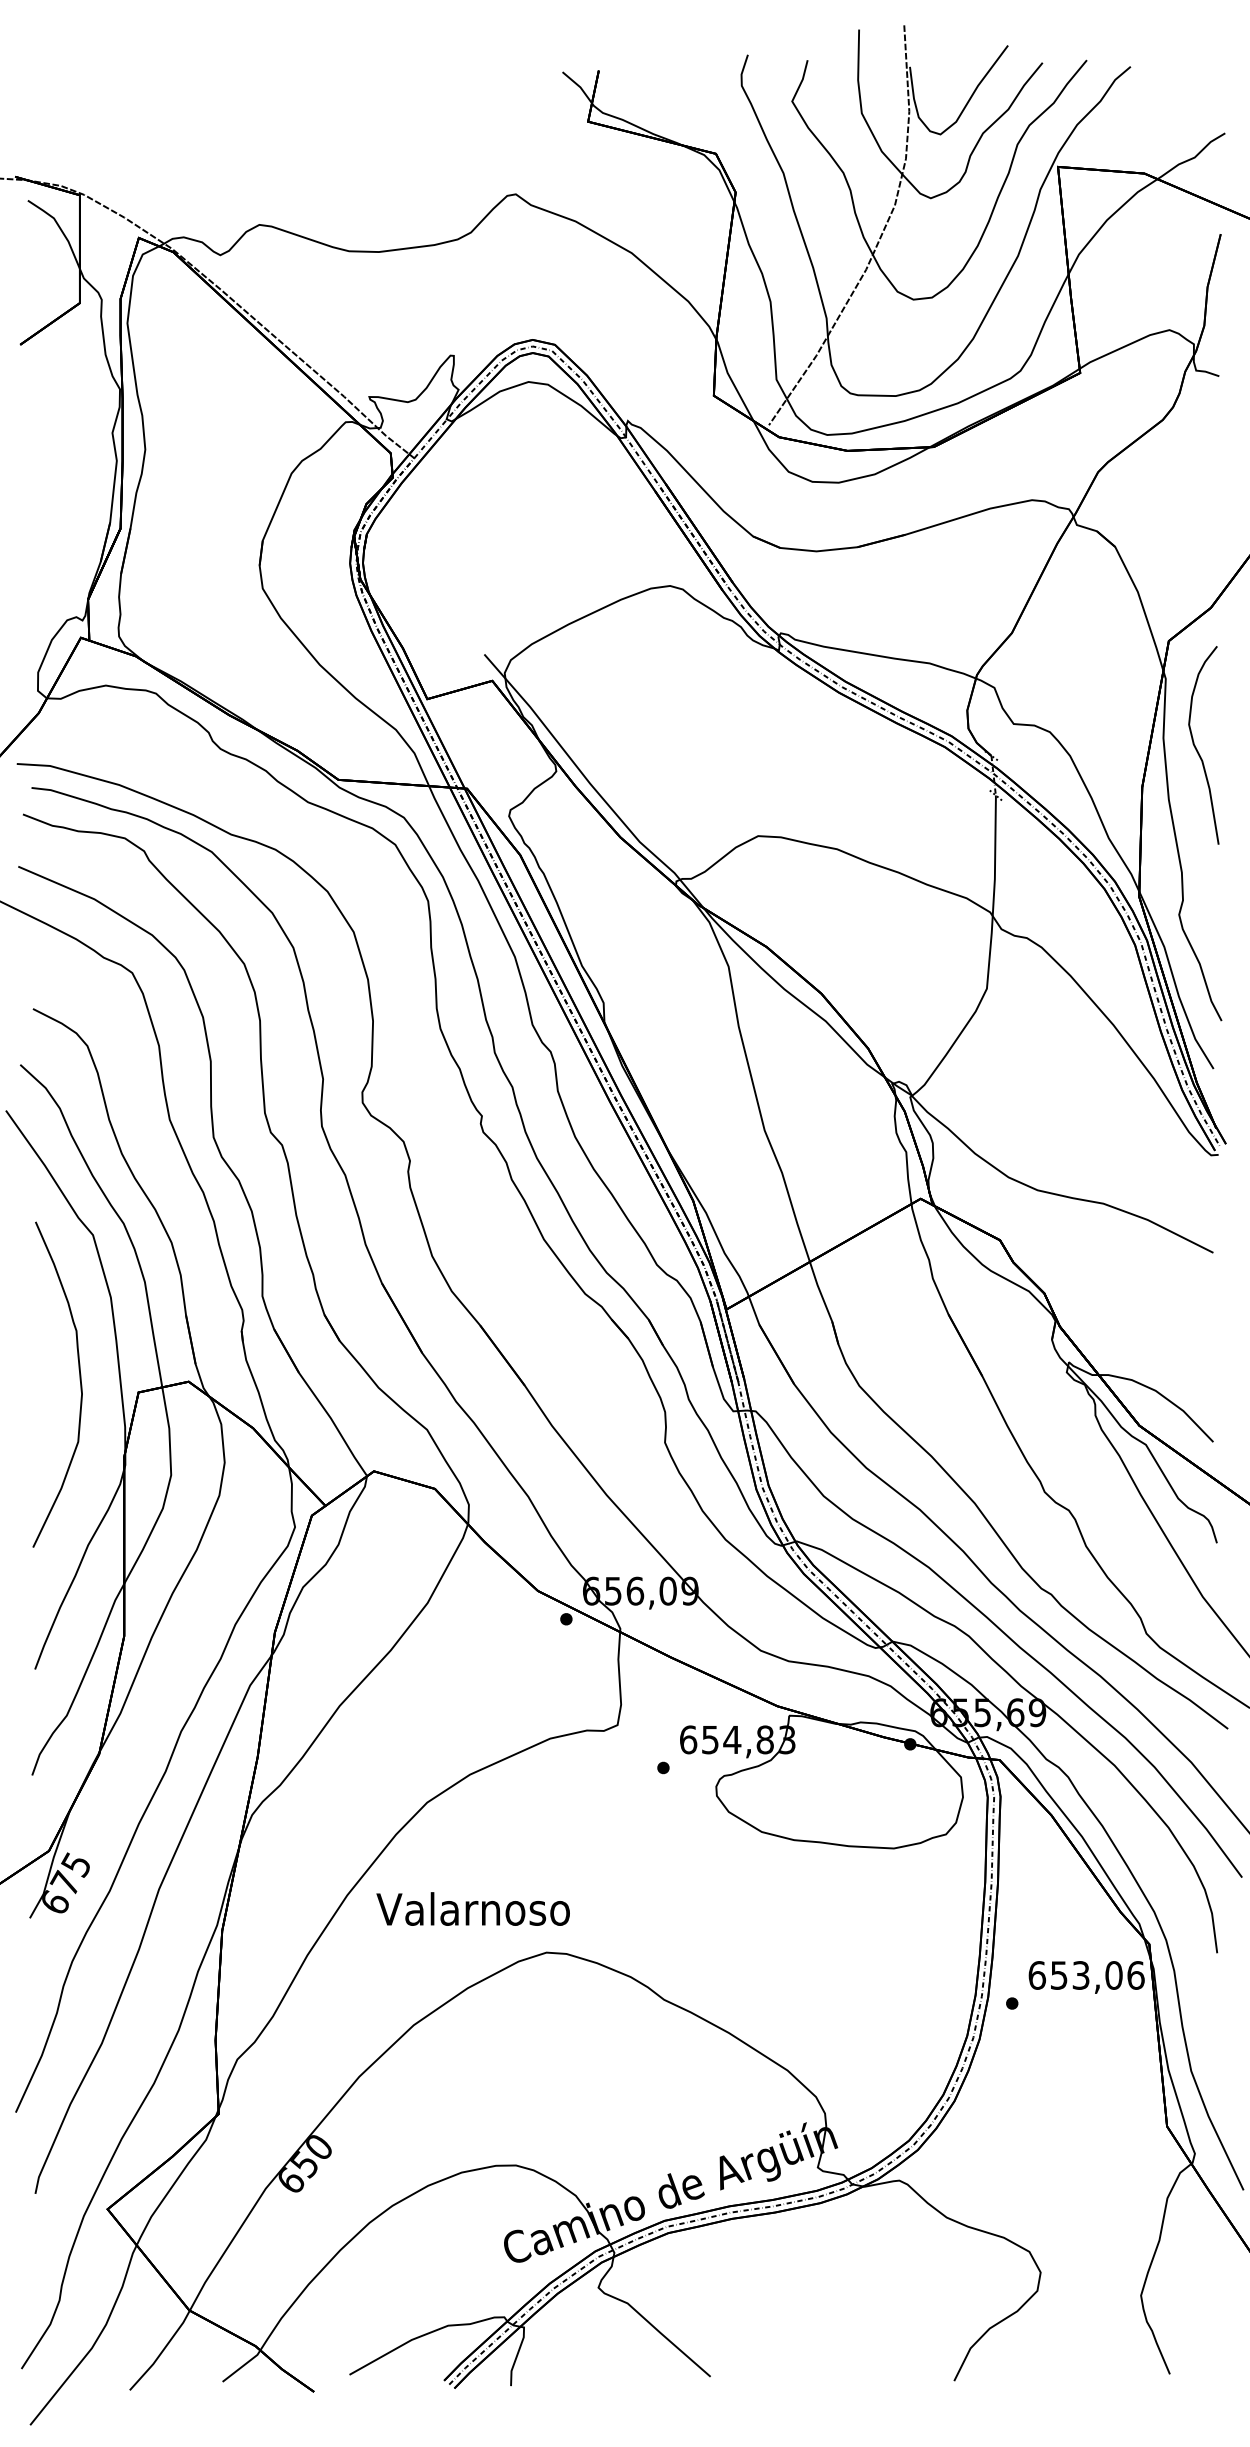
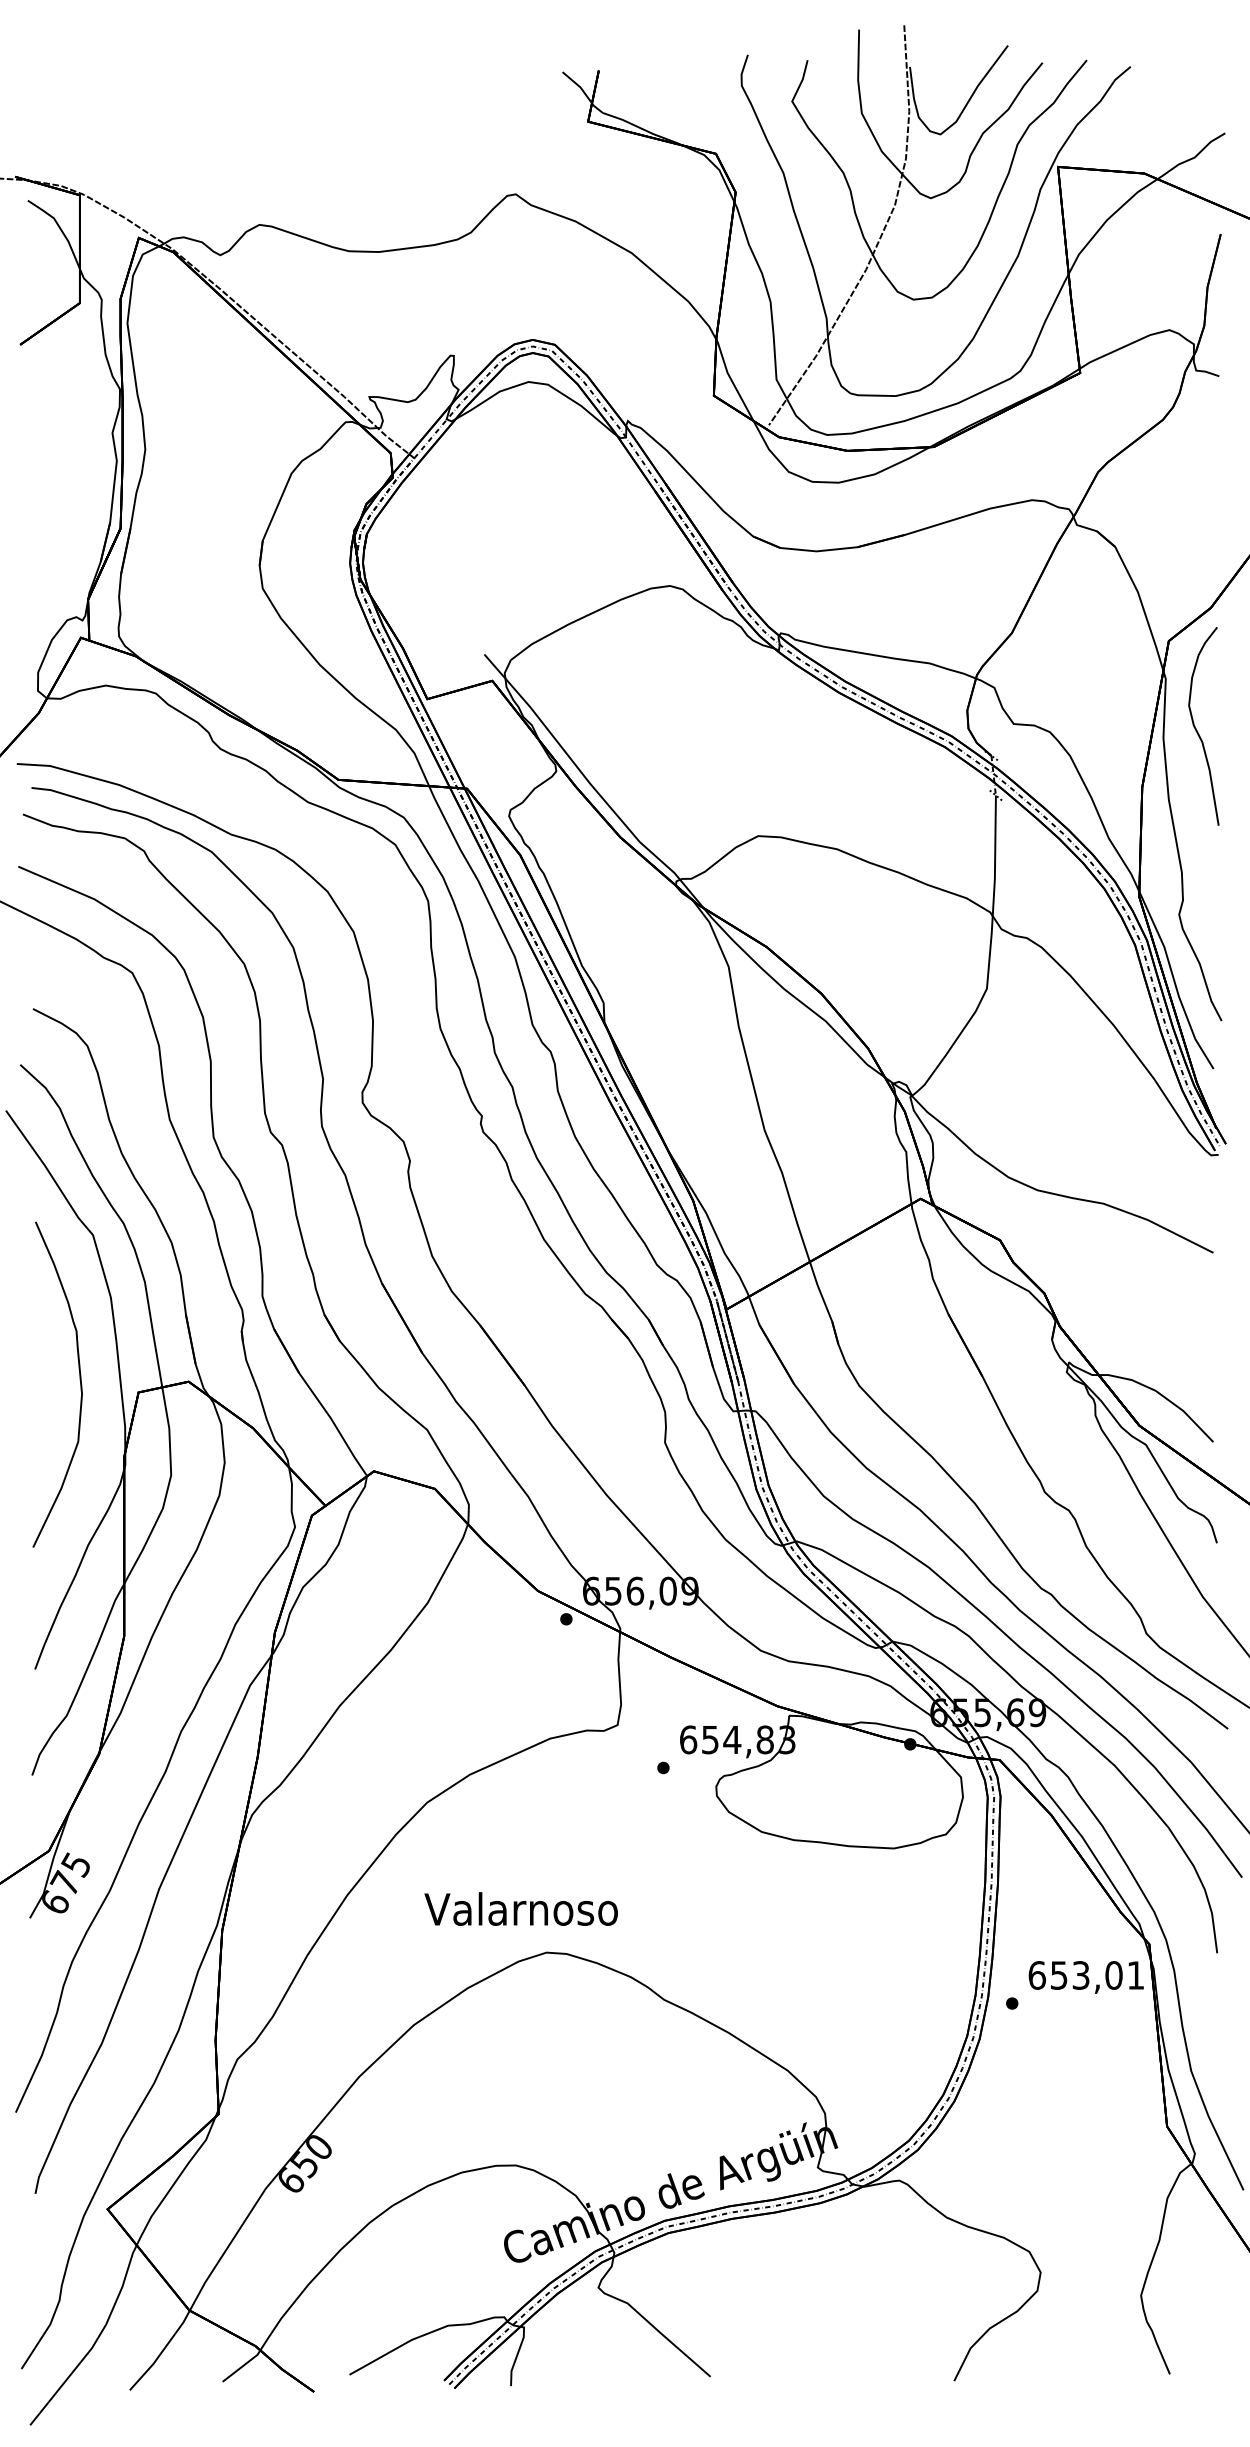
curve at (1197, 749) position: (1197, 749) -> (1197, 730)
text at (472, 1908) position: (472, 1908) -> (520, 1908)
text at (1135, 1975): 653,06 -> 653,01
